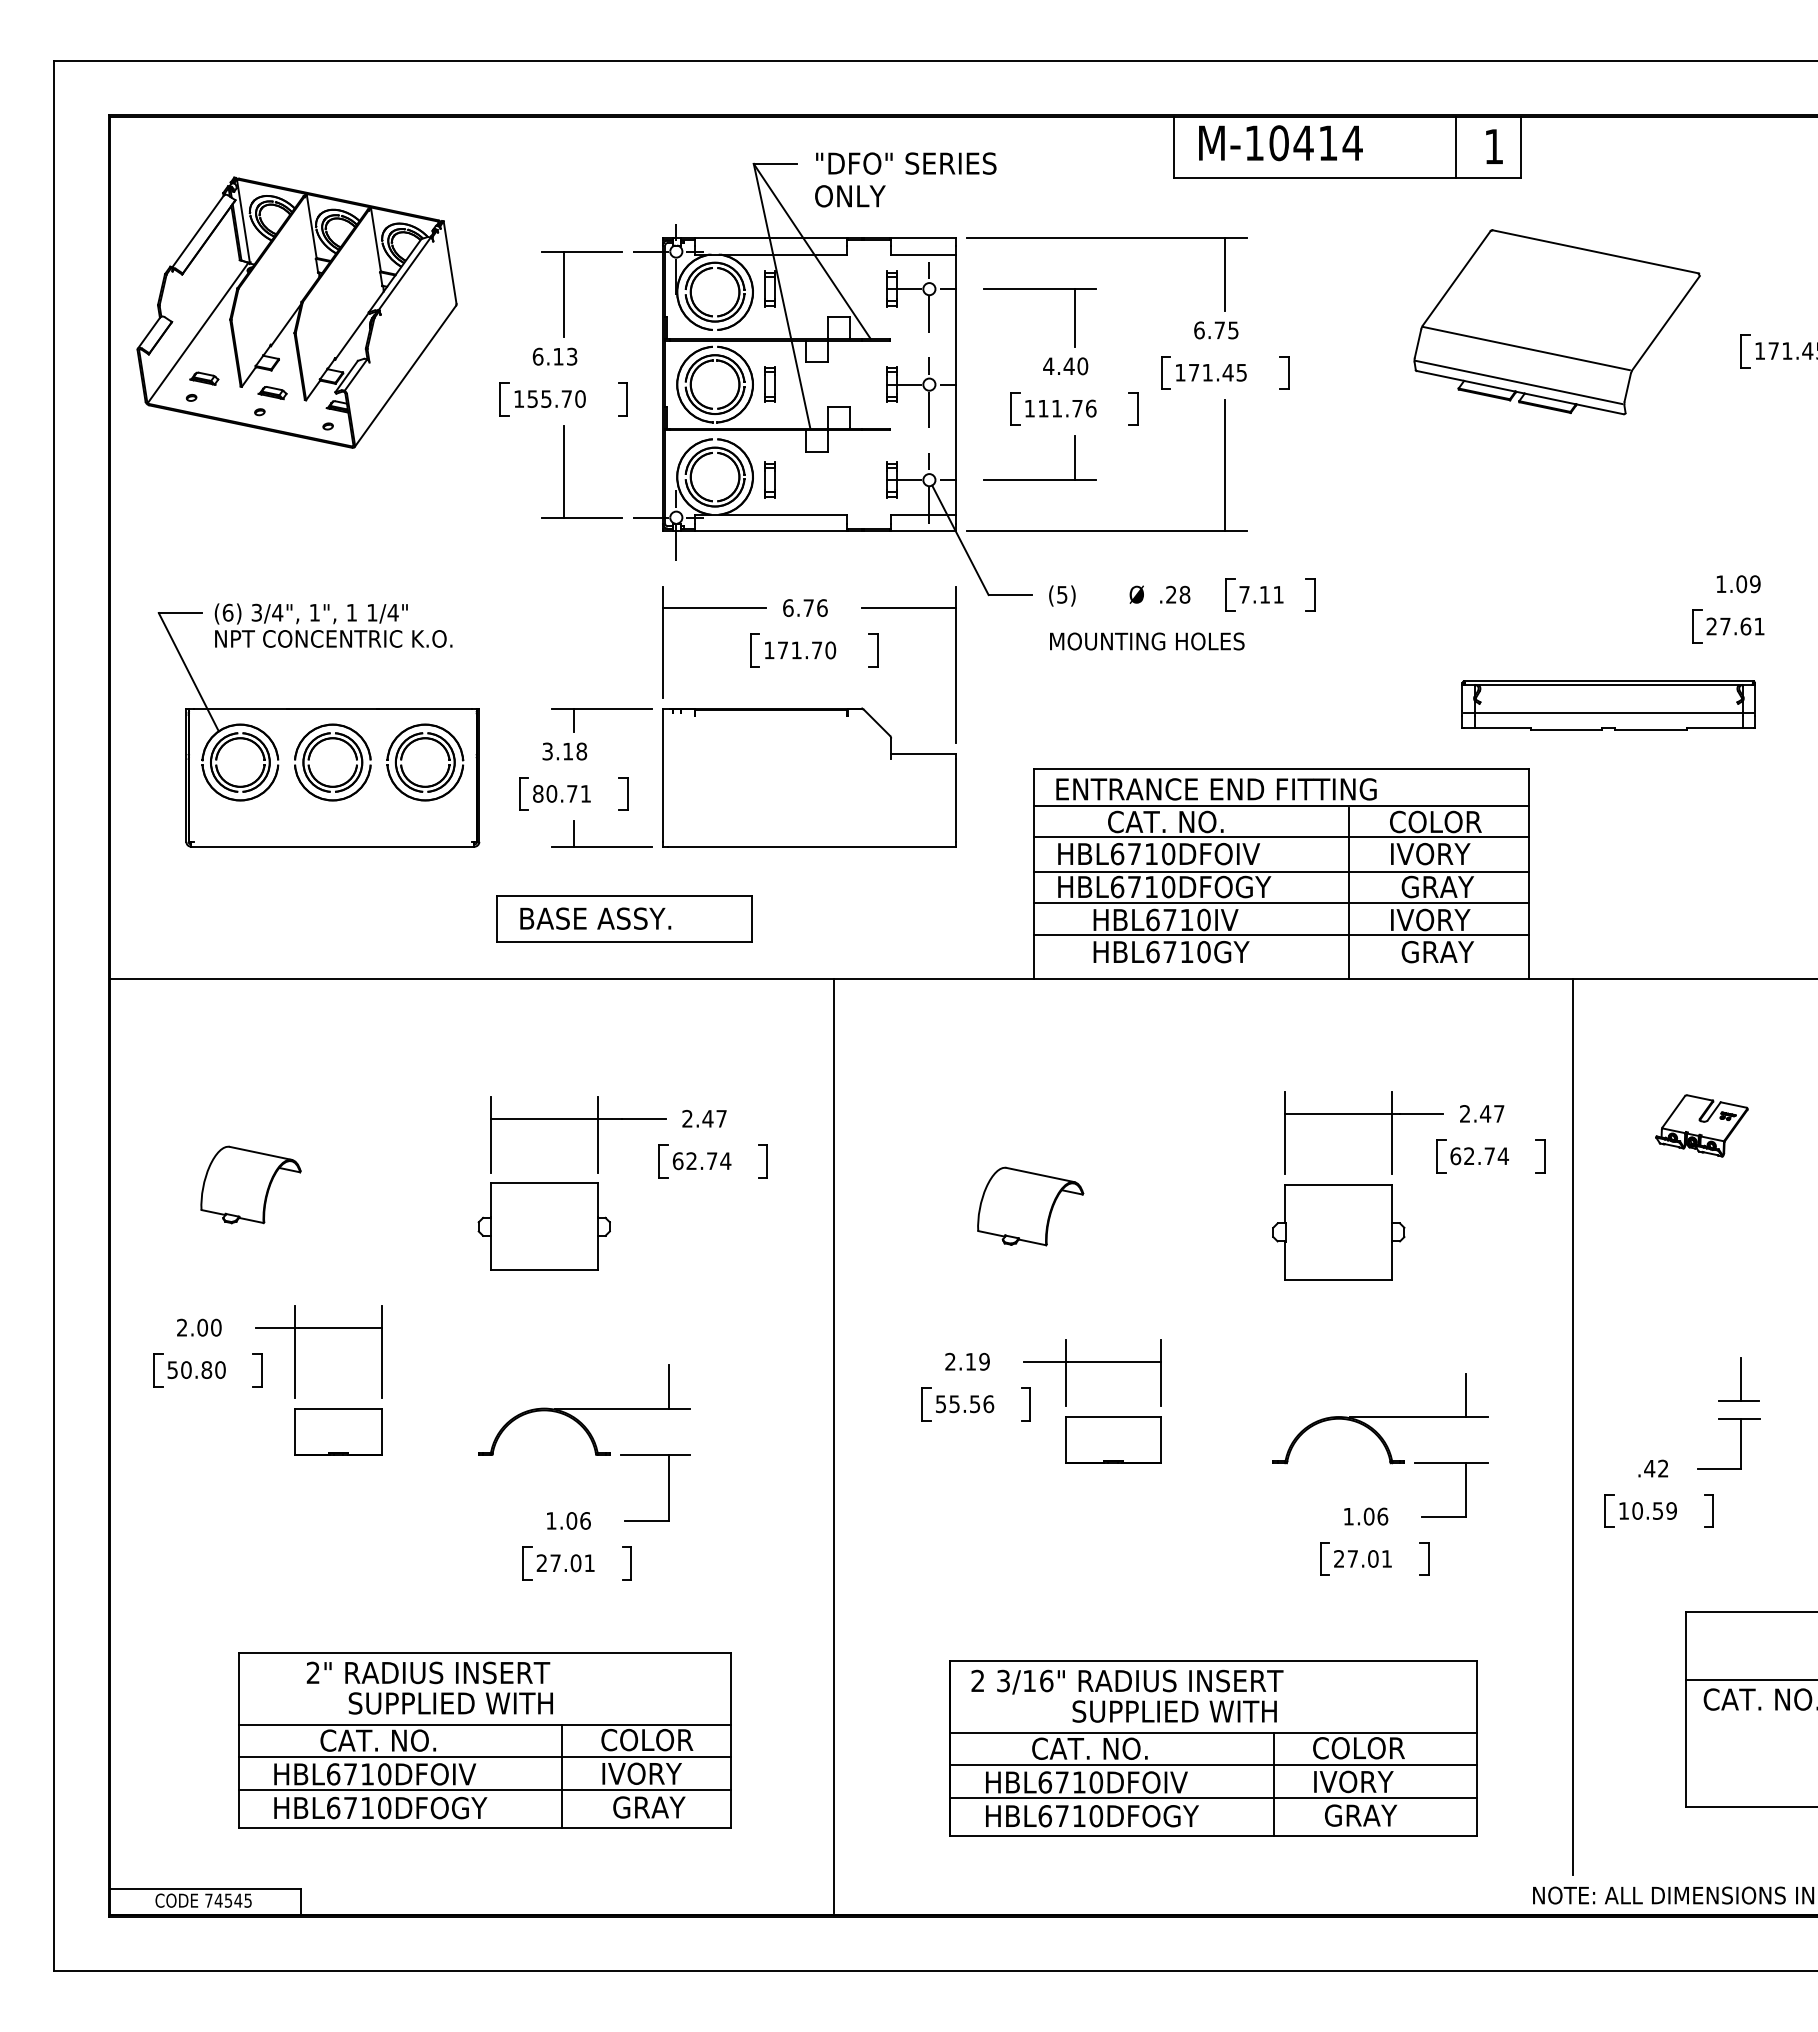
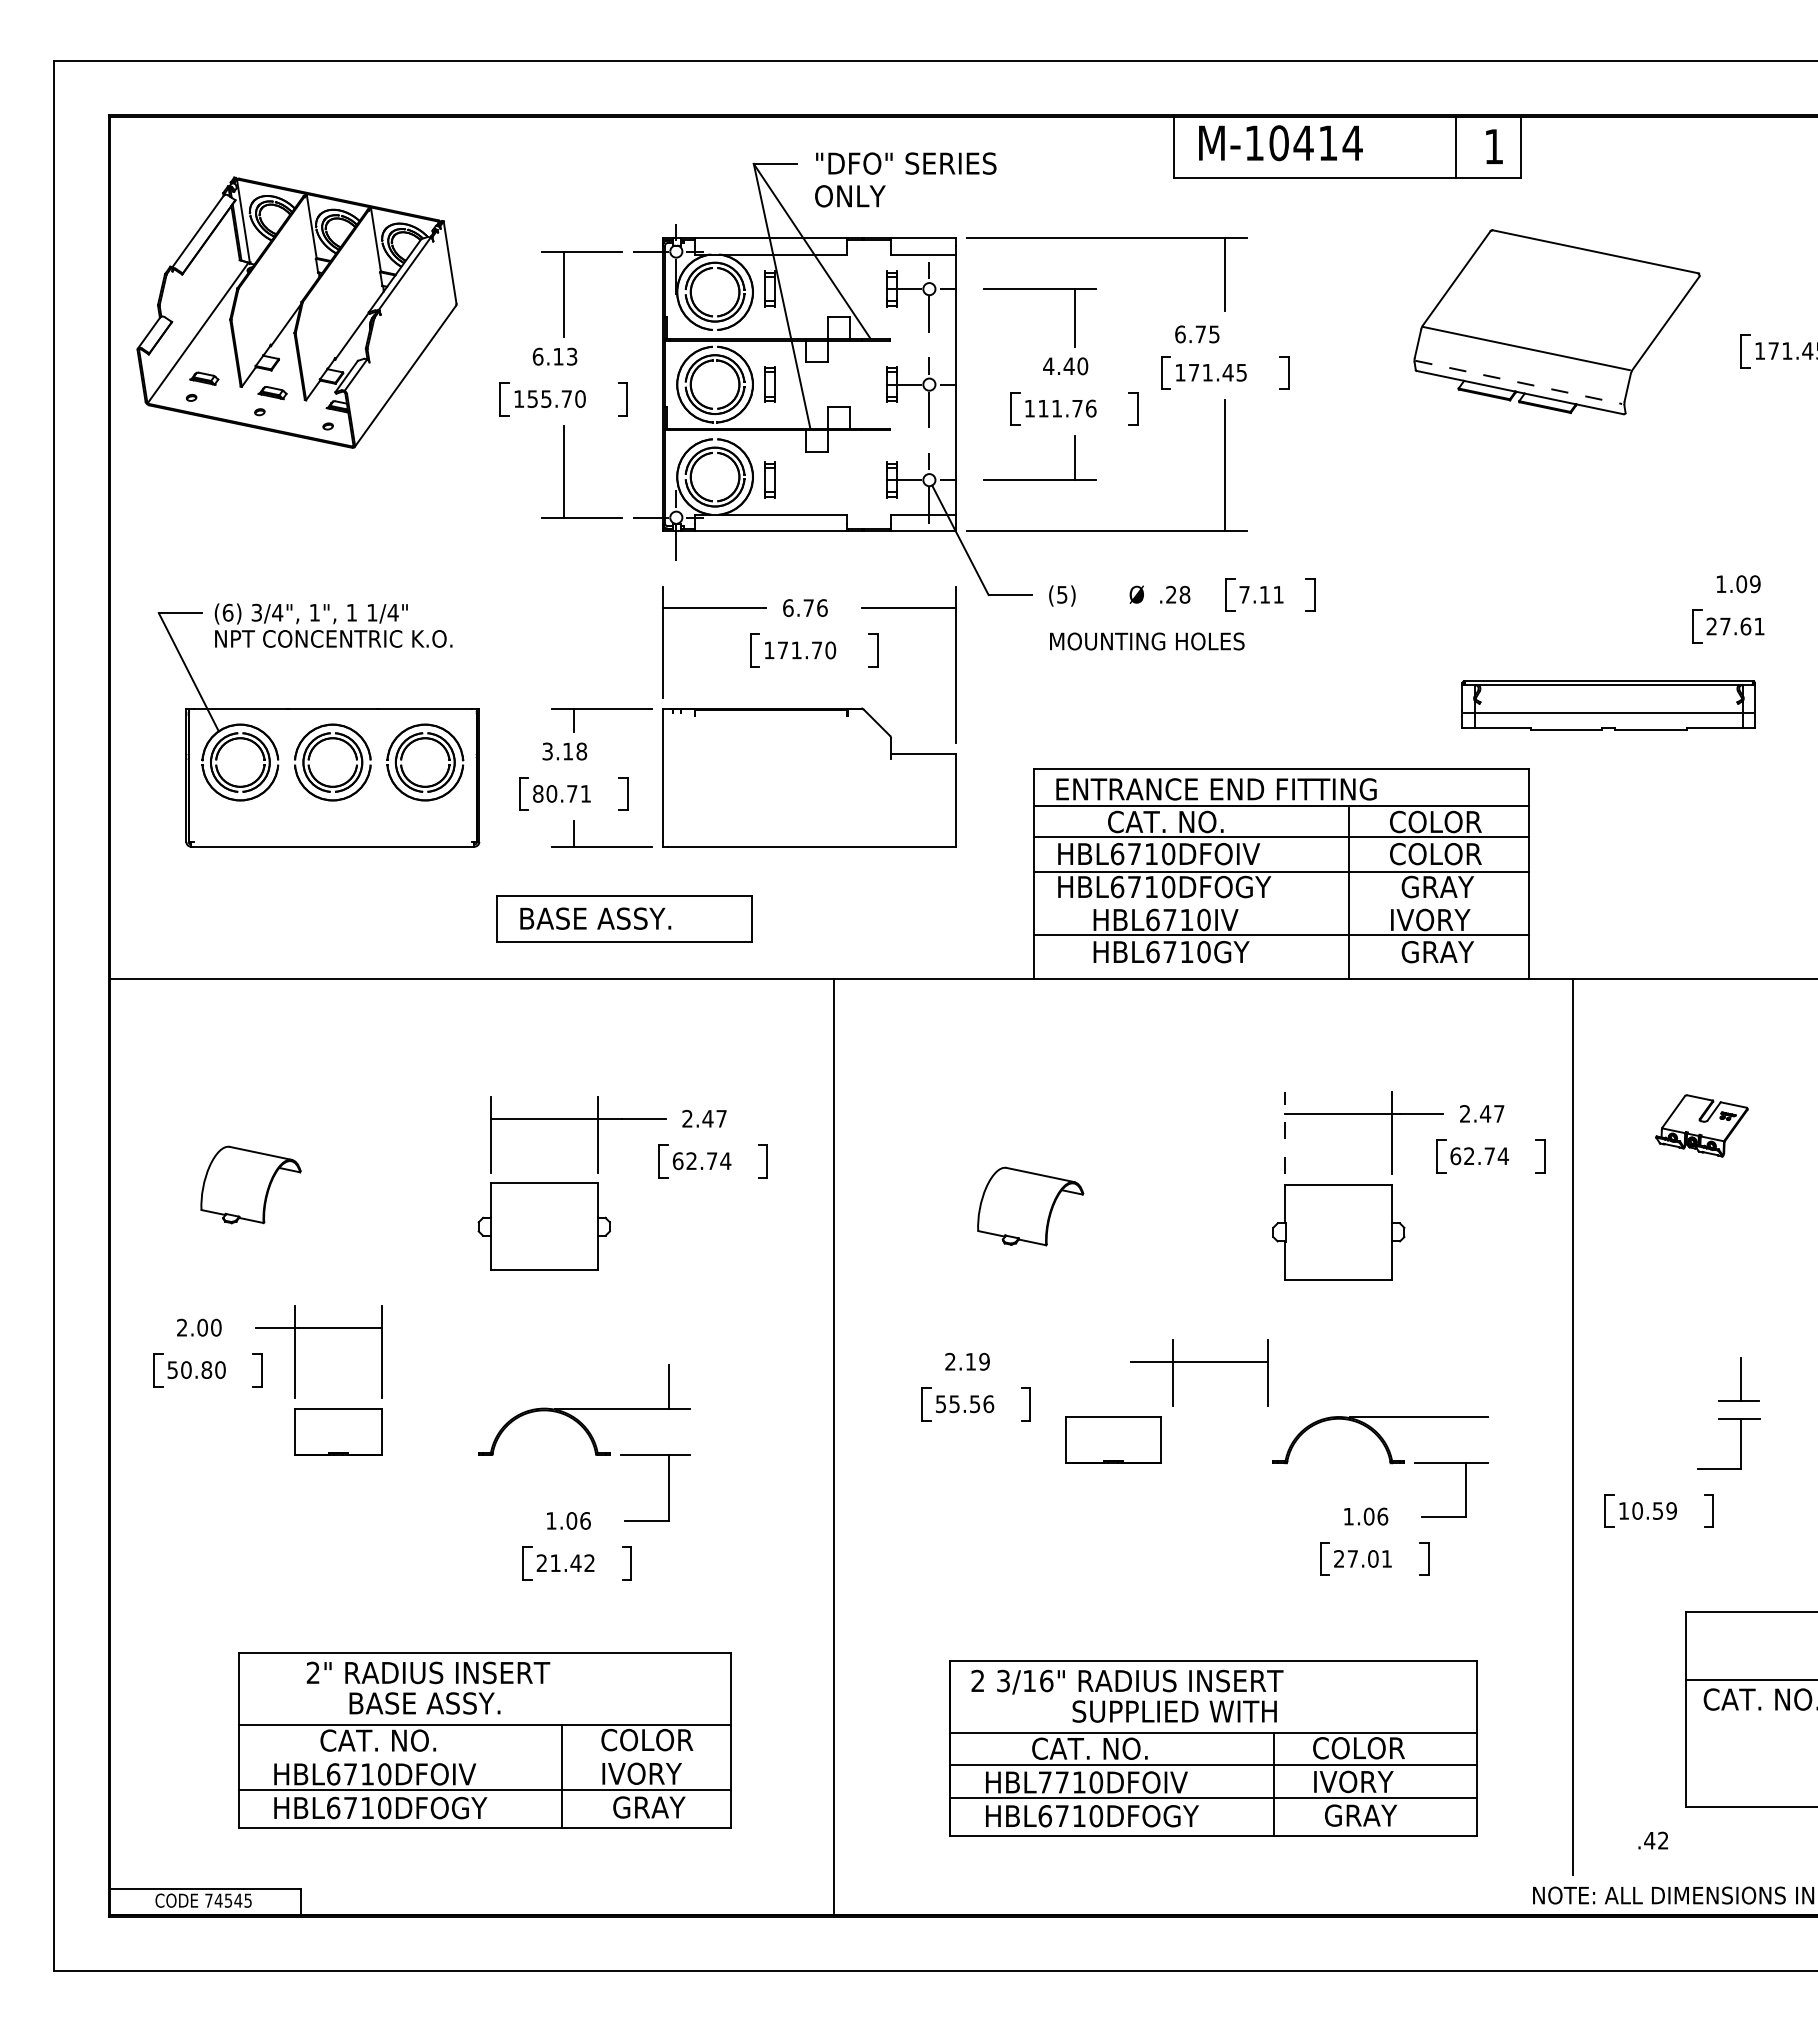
text at (1216, 330) position: (1216, 330) -> (1197, 334)
line at (1518, 382): solid -> dashed
text at (1435, 853): IVORY -> COLOR
line at (1281, 903): present -> none
line at (1285, 1133): solid -> dashed
part at (1092, 1362) position: (1092, 1362) -> (1199, 1362)
line at (1465, 1395): present -> none
text at (1652, 1468) position: (1652, 1468) -> (1652, 1840)
text at (572, 1563): 27.01 -> 21.42
text at (450, 1703): SUPPLIED WITH -> BASE ASSY.
line at (484, 1756): present -> none
text at (1045, 1782): HBL6710DFOIV -> HBL7710DFOIV
